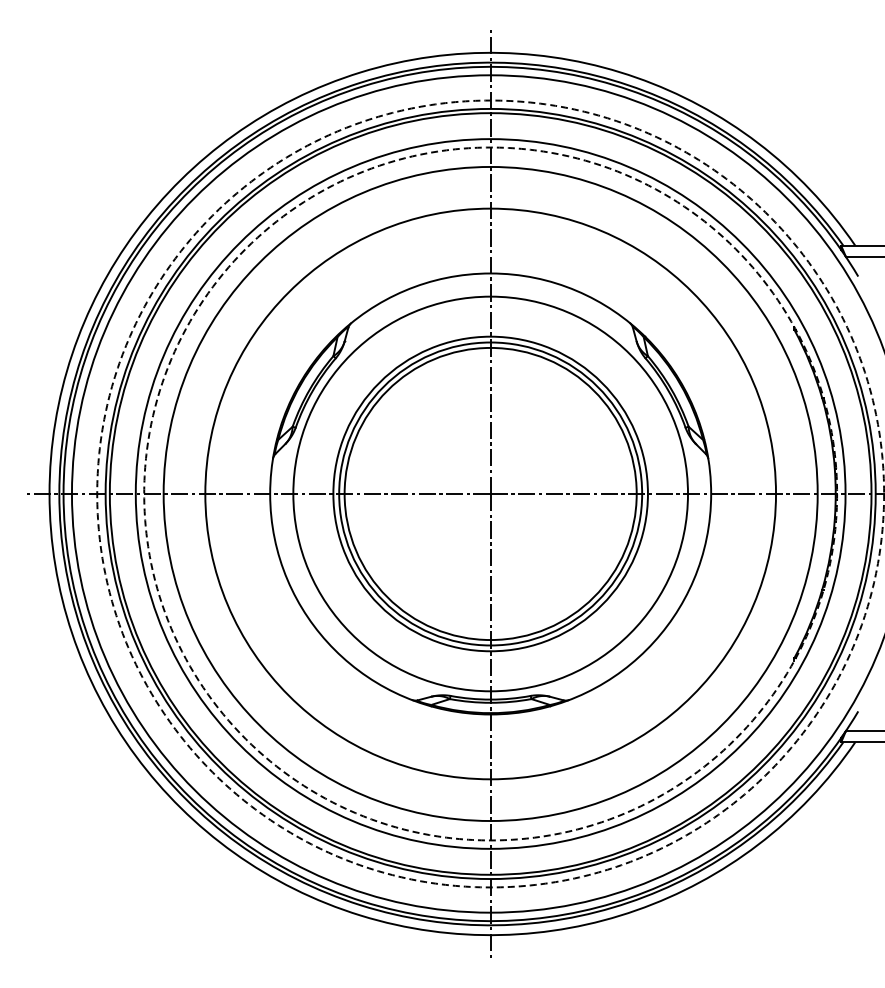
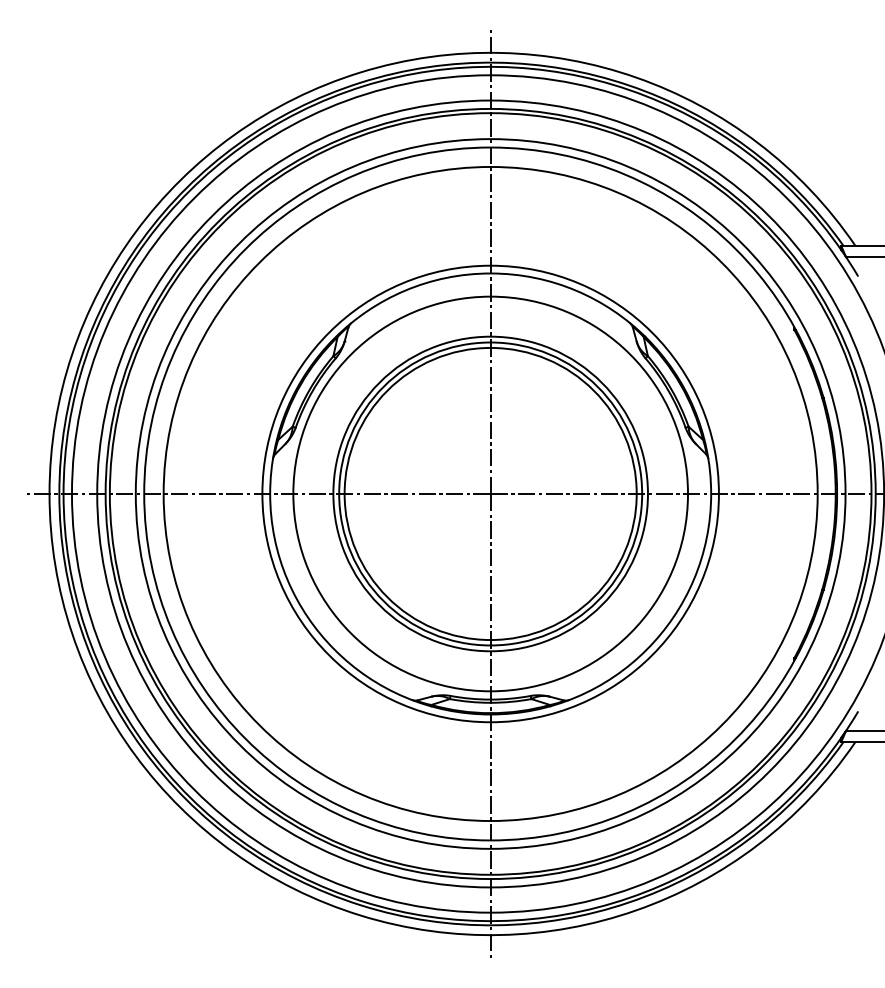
circle at (490, 493) diameter: 571 px -> 457 px
circle at (490, 493): dashed -> solid
circle at (490, 493): dashed -> solid
